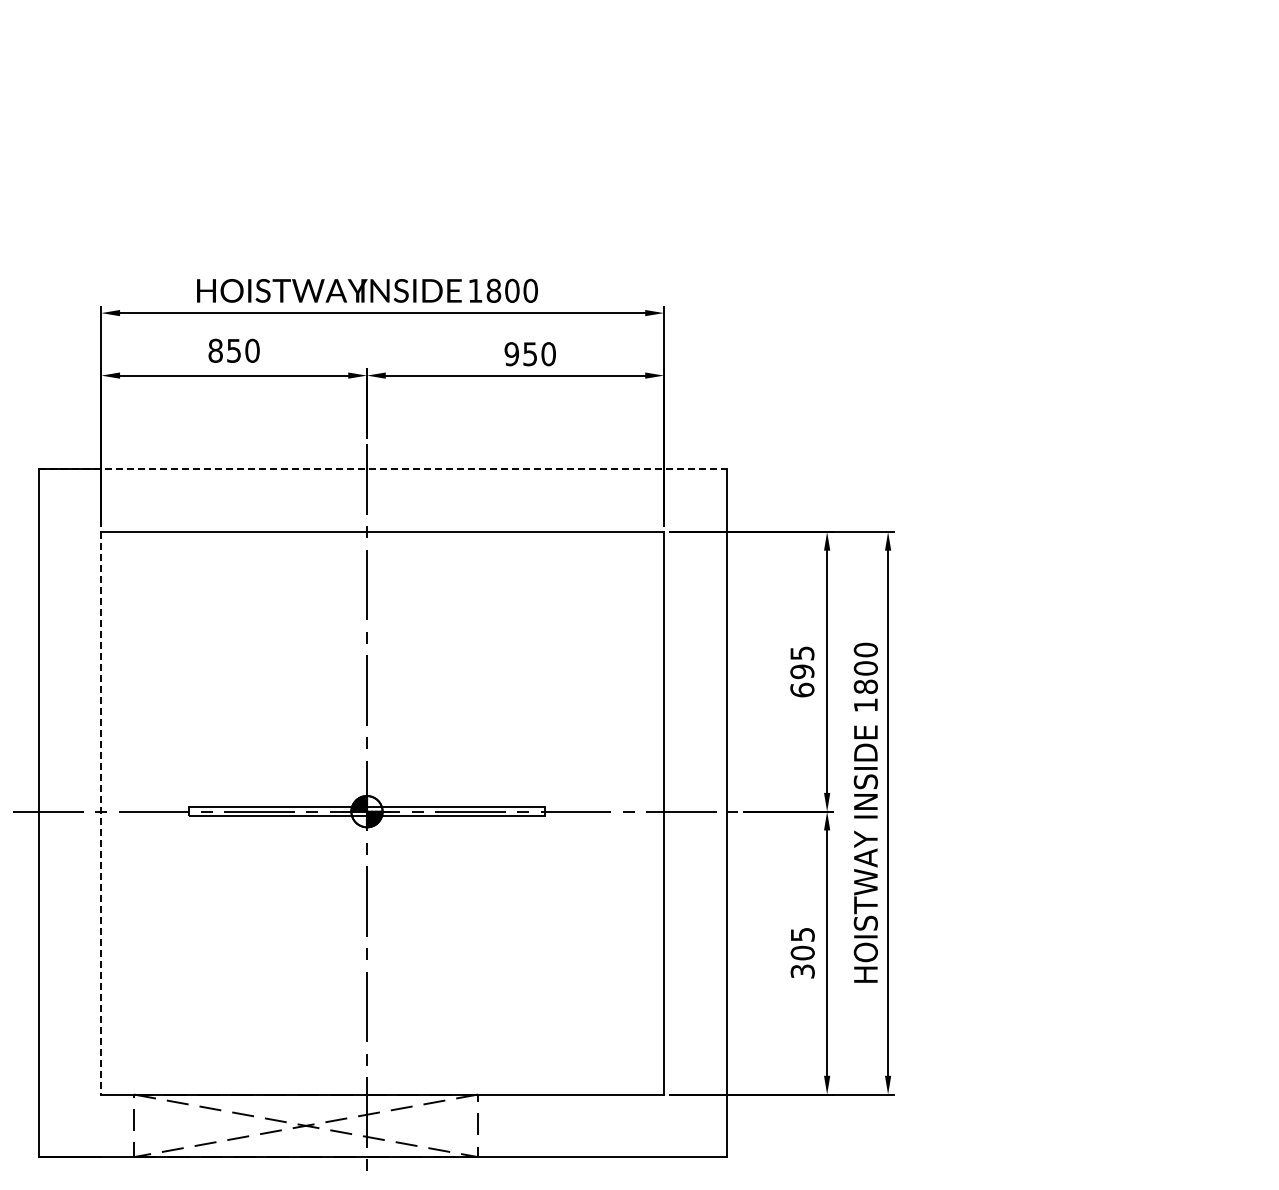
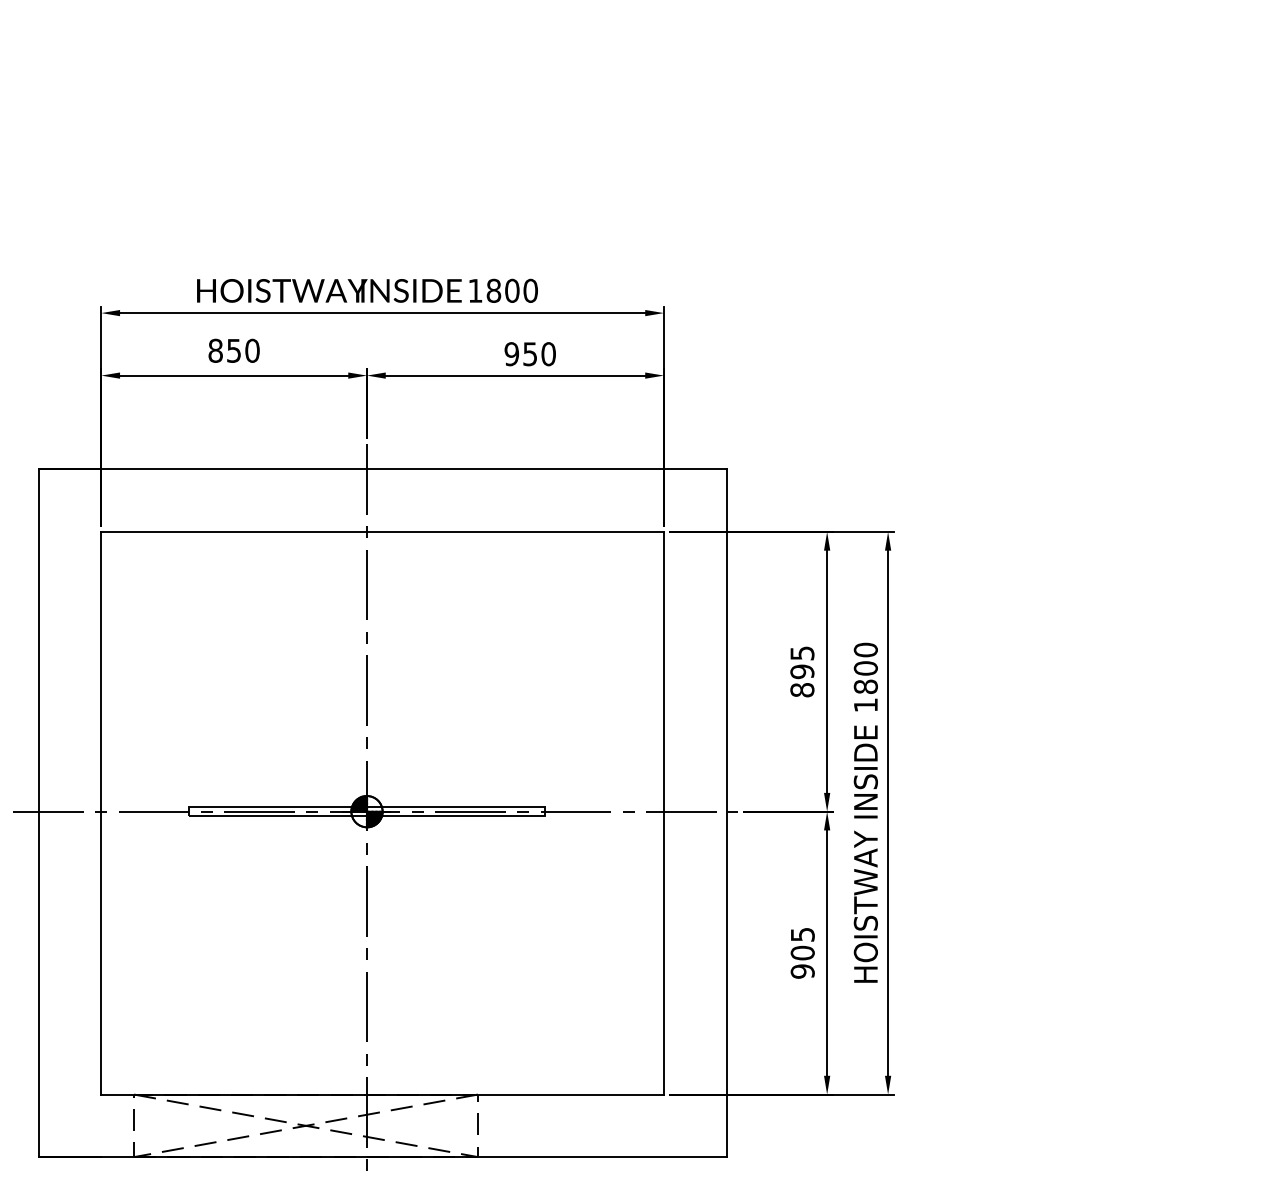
line at (382, 469): dashed -> solid
text at (802, 689): 695 -> 895
line at (101, 813): dashed -> solid
text at (802, 971): 305 -> 905
